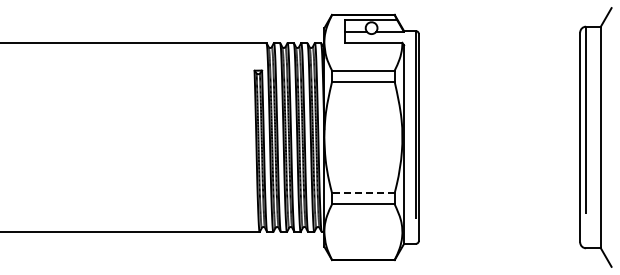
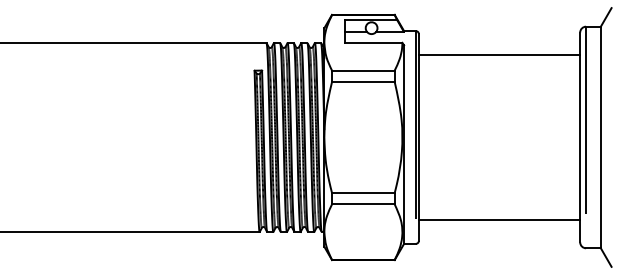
line at (499, 54): none -> present
line at (362, 193): dashed -> solid
line at (499, 220): none -> present
